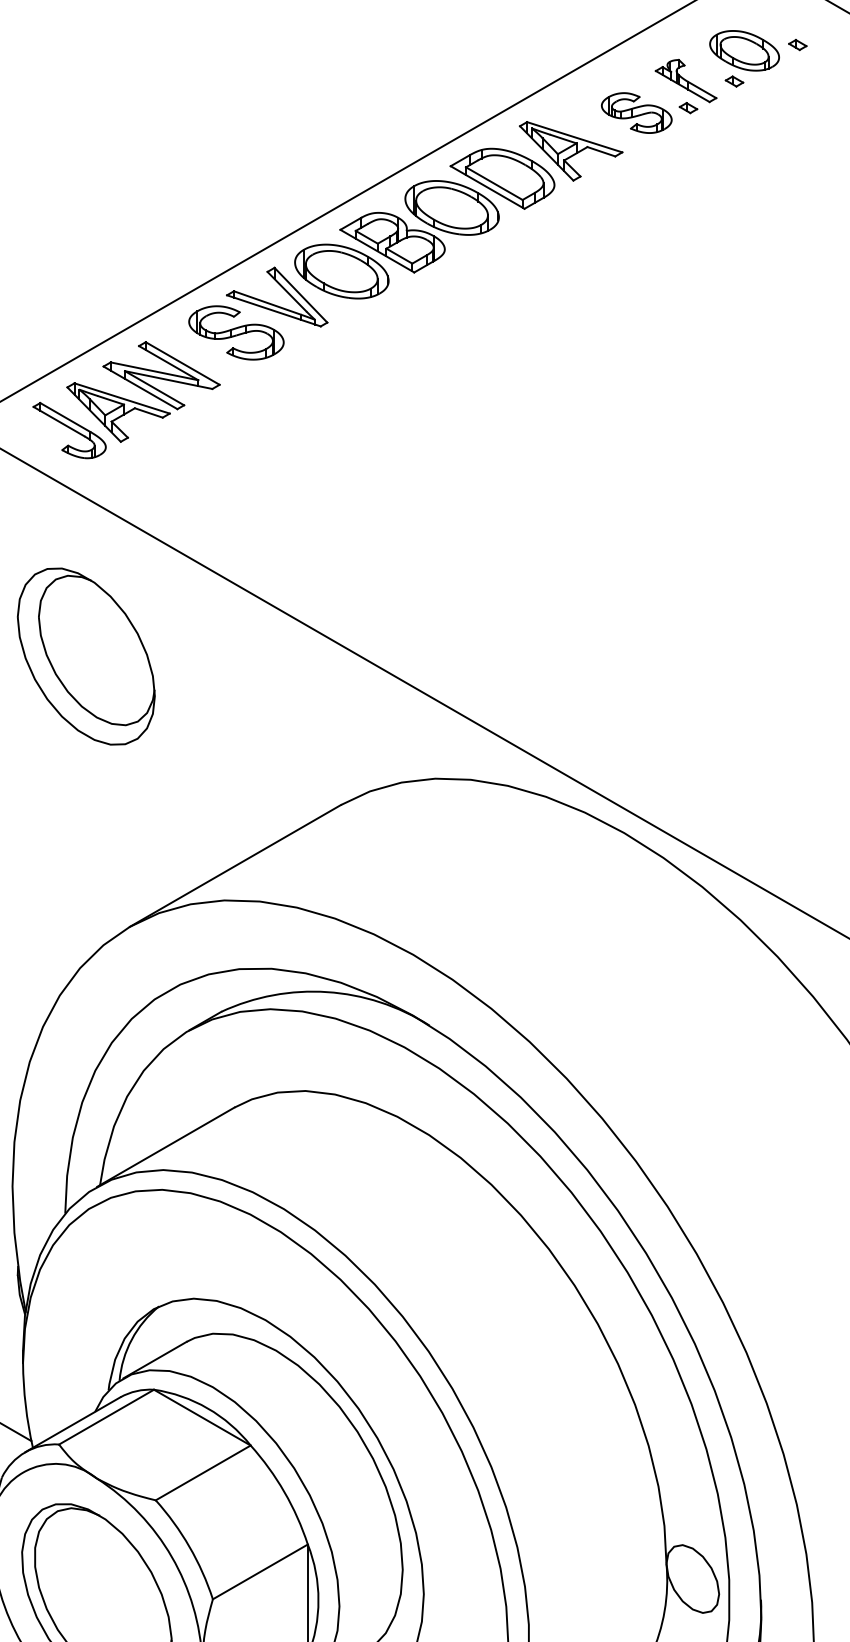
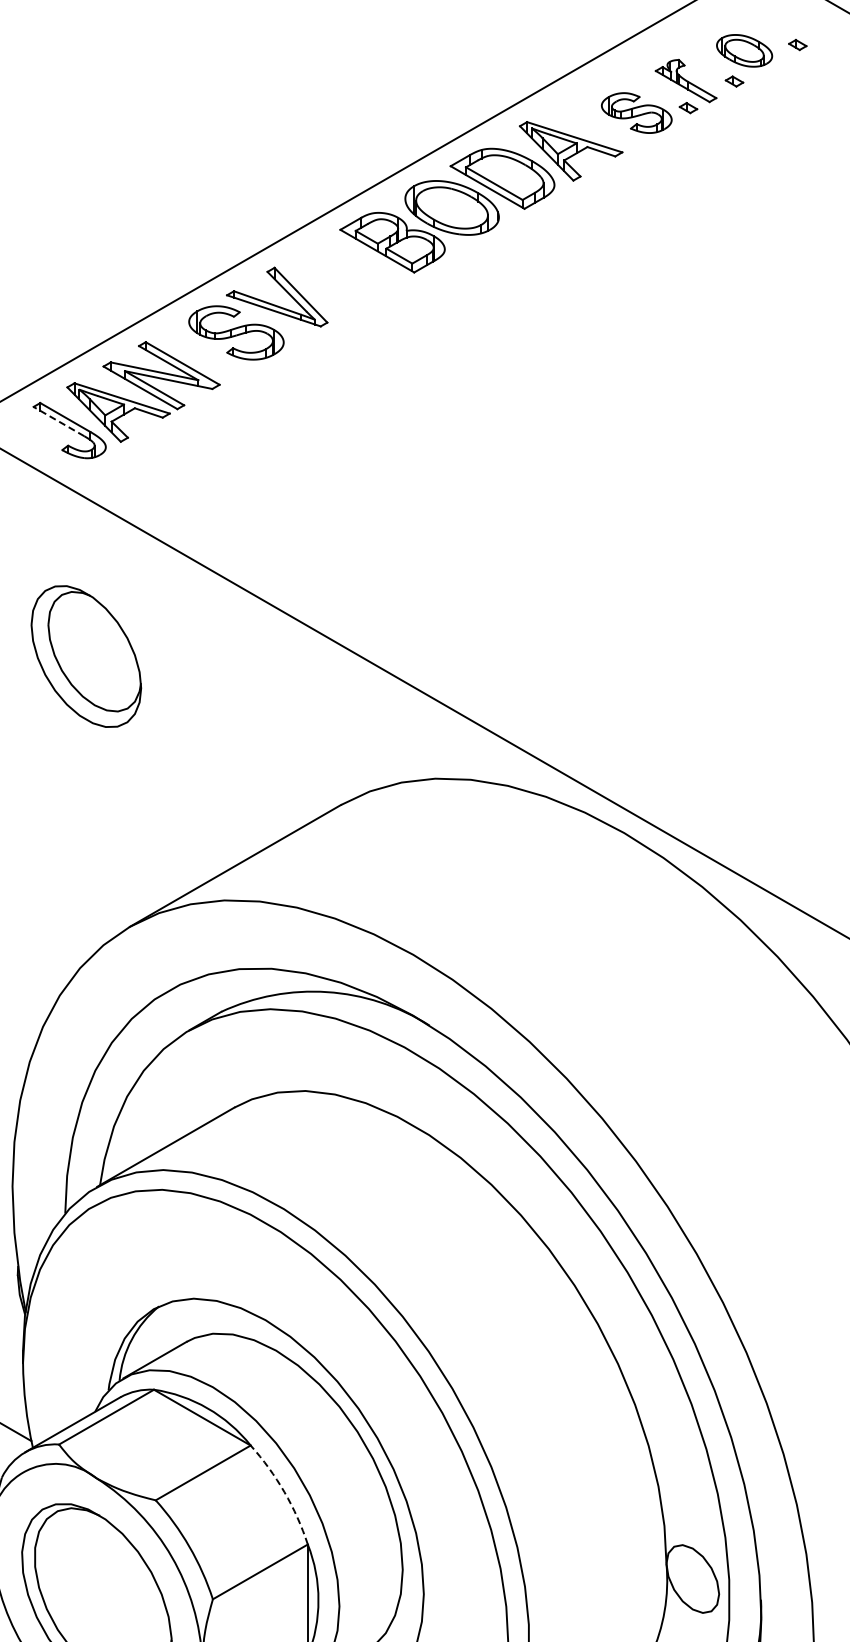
part at (744, 50) size: 71x42 px -> 58x34 px
part at (341, 271): present -> none
line at (58, 421): solid -> dashed
part at (86, 656) size: 139x179 px -> 113x143 px
arc at (284, 1492): solid -> dashed
